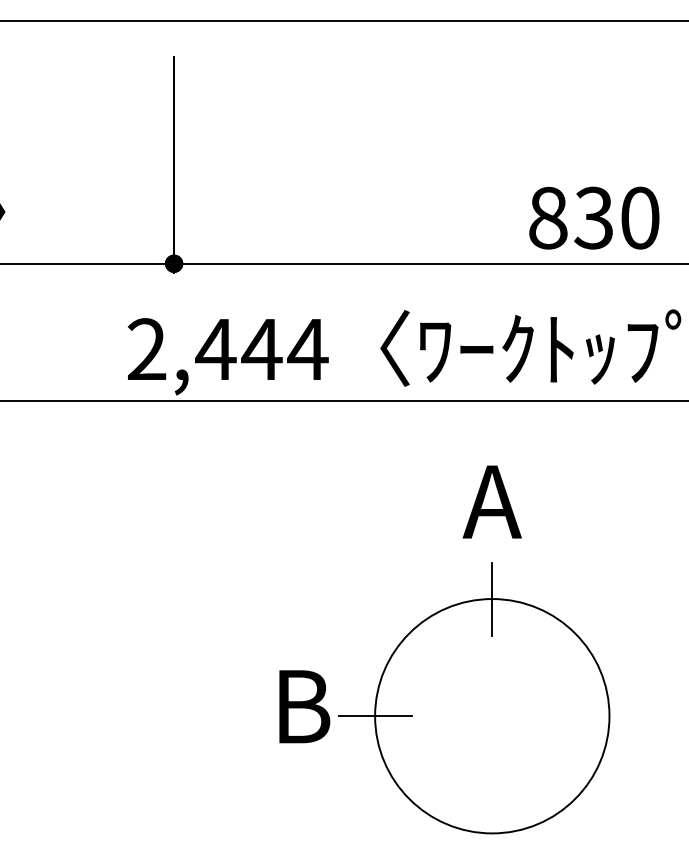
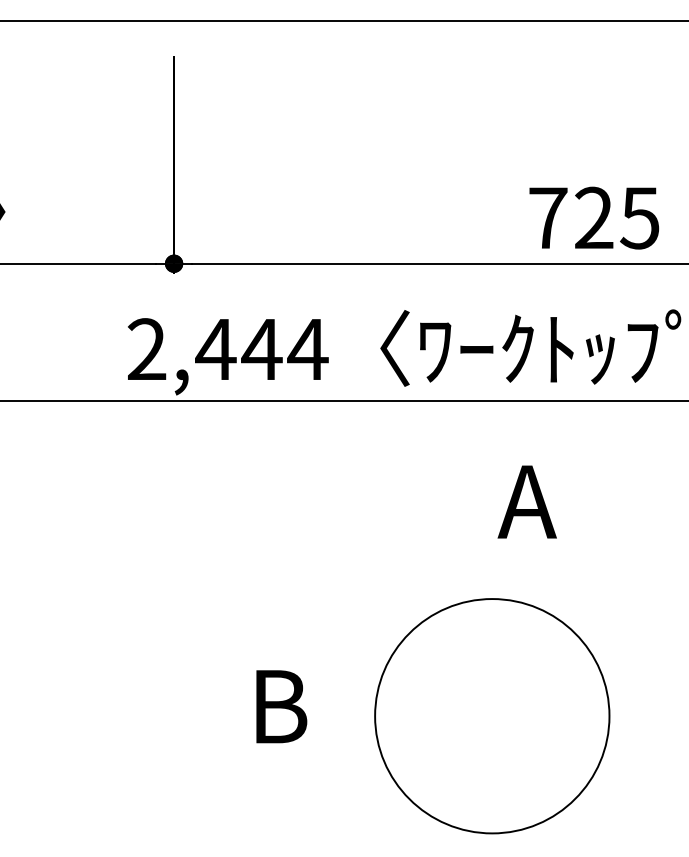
text at (594, 217): 830 -> 725
text at (491, 501) position: (491, 501) -> (526, 501)
line at (492, 598): present -> none
text at (304, 706) position: (304, 706) -> (281, 706)
line at (374, 716): present -> none
